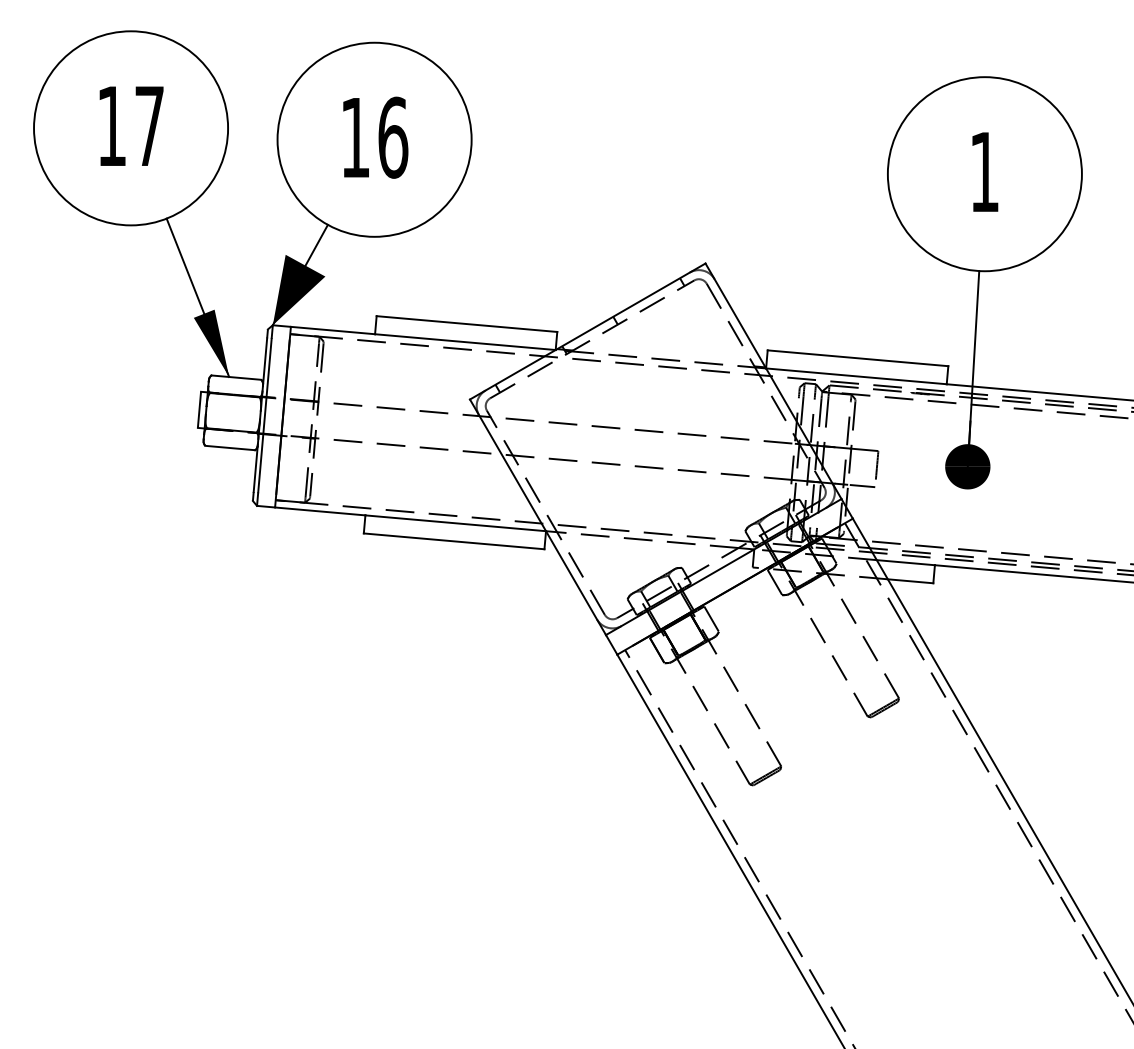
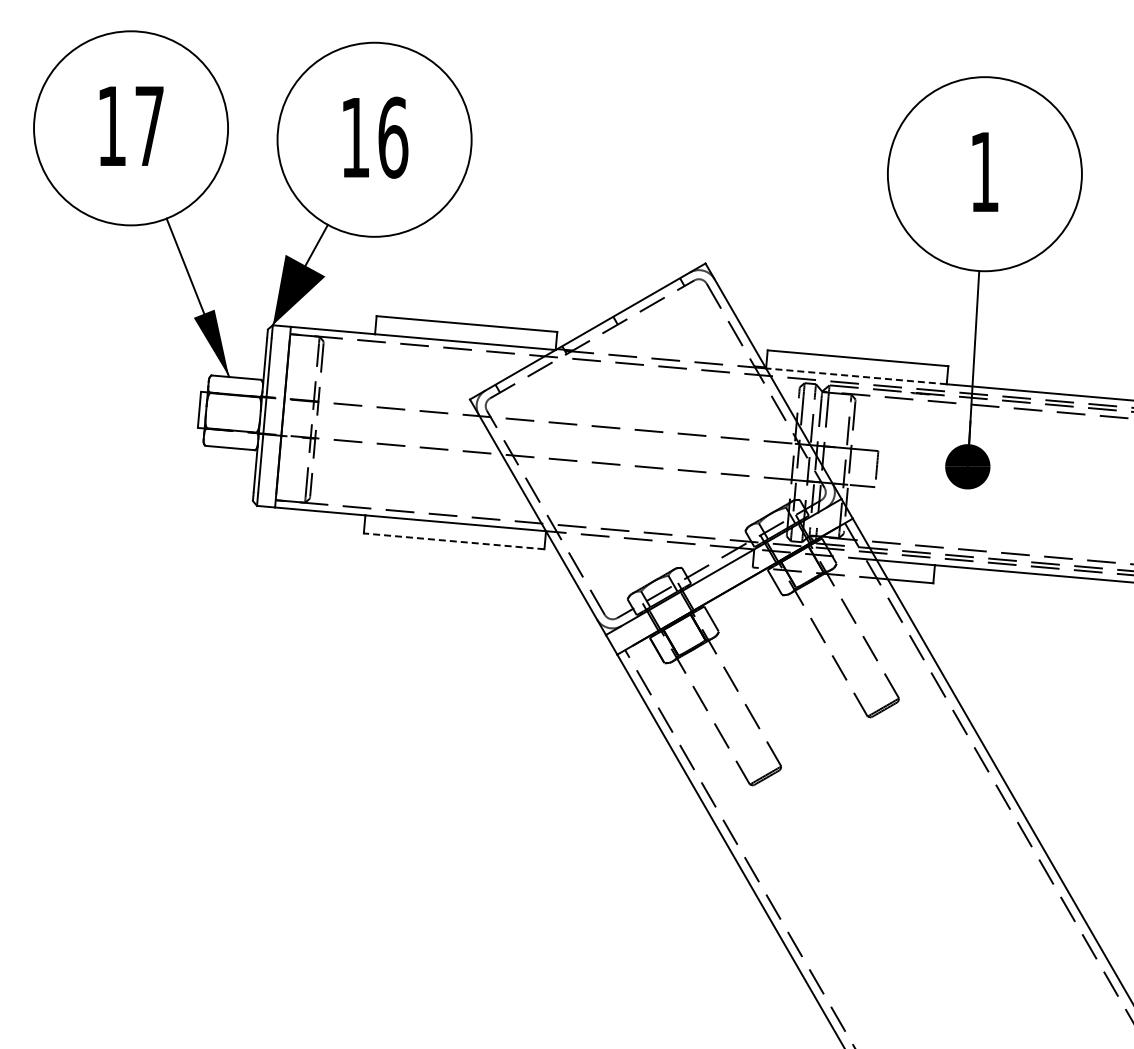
line at (856, 376): solid -> dashed
line at (454, 541): solid -> dashed
